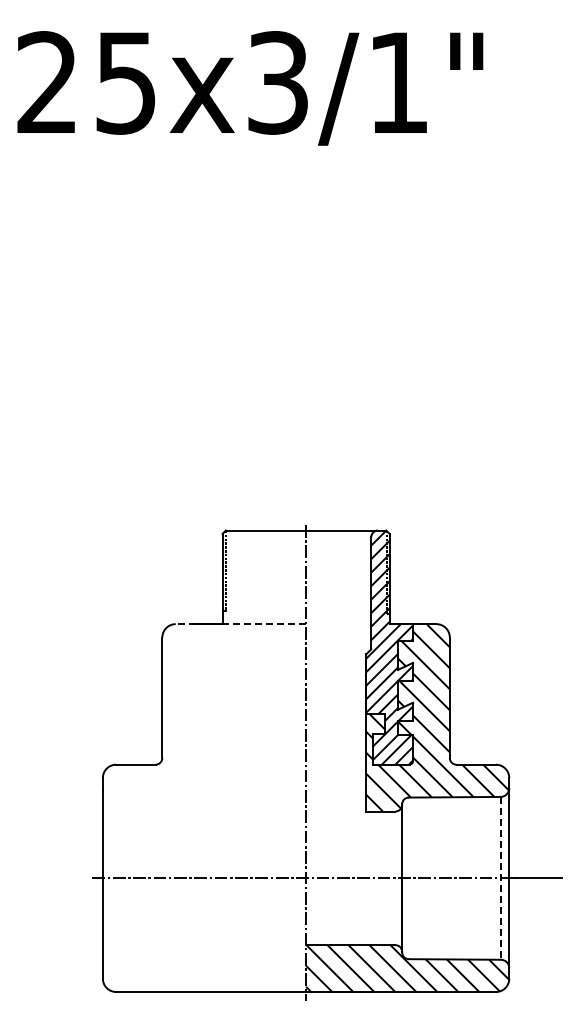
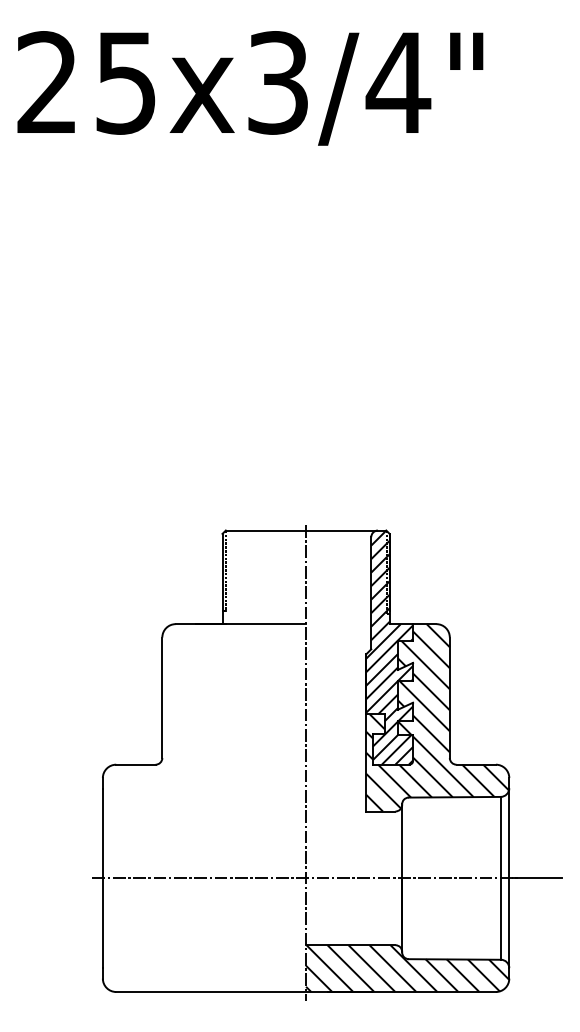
text at (398, 82): 25x3/1" -> 25x3/4"
line at (240, 624): dashed -> solid
line at (500, 878): dashed -> solid
